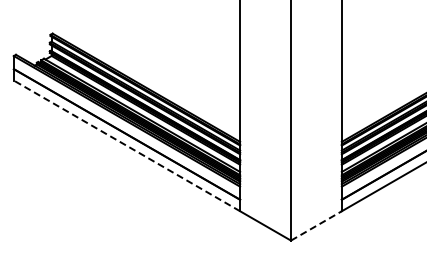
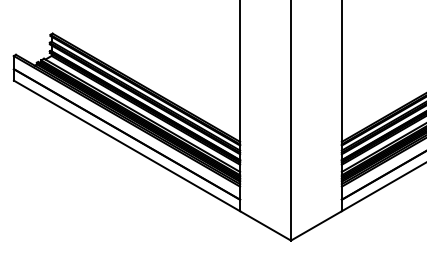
line at (127, 145): dashed -> solid
line at (316, 225): dashed -> solid
